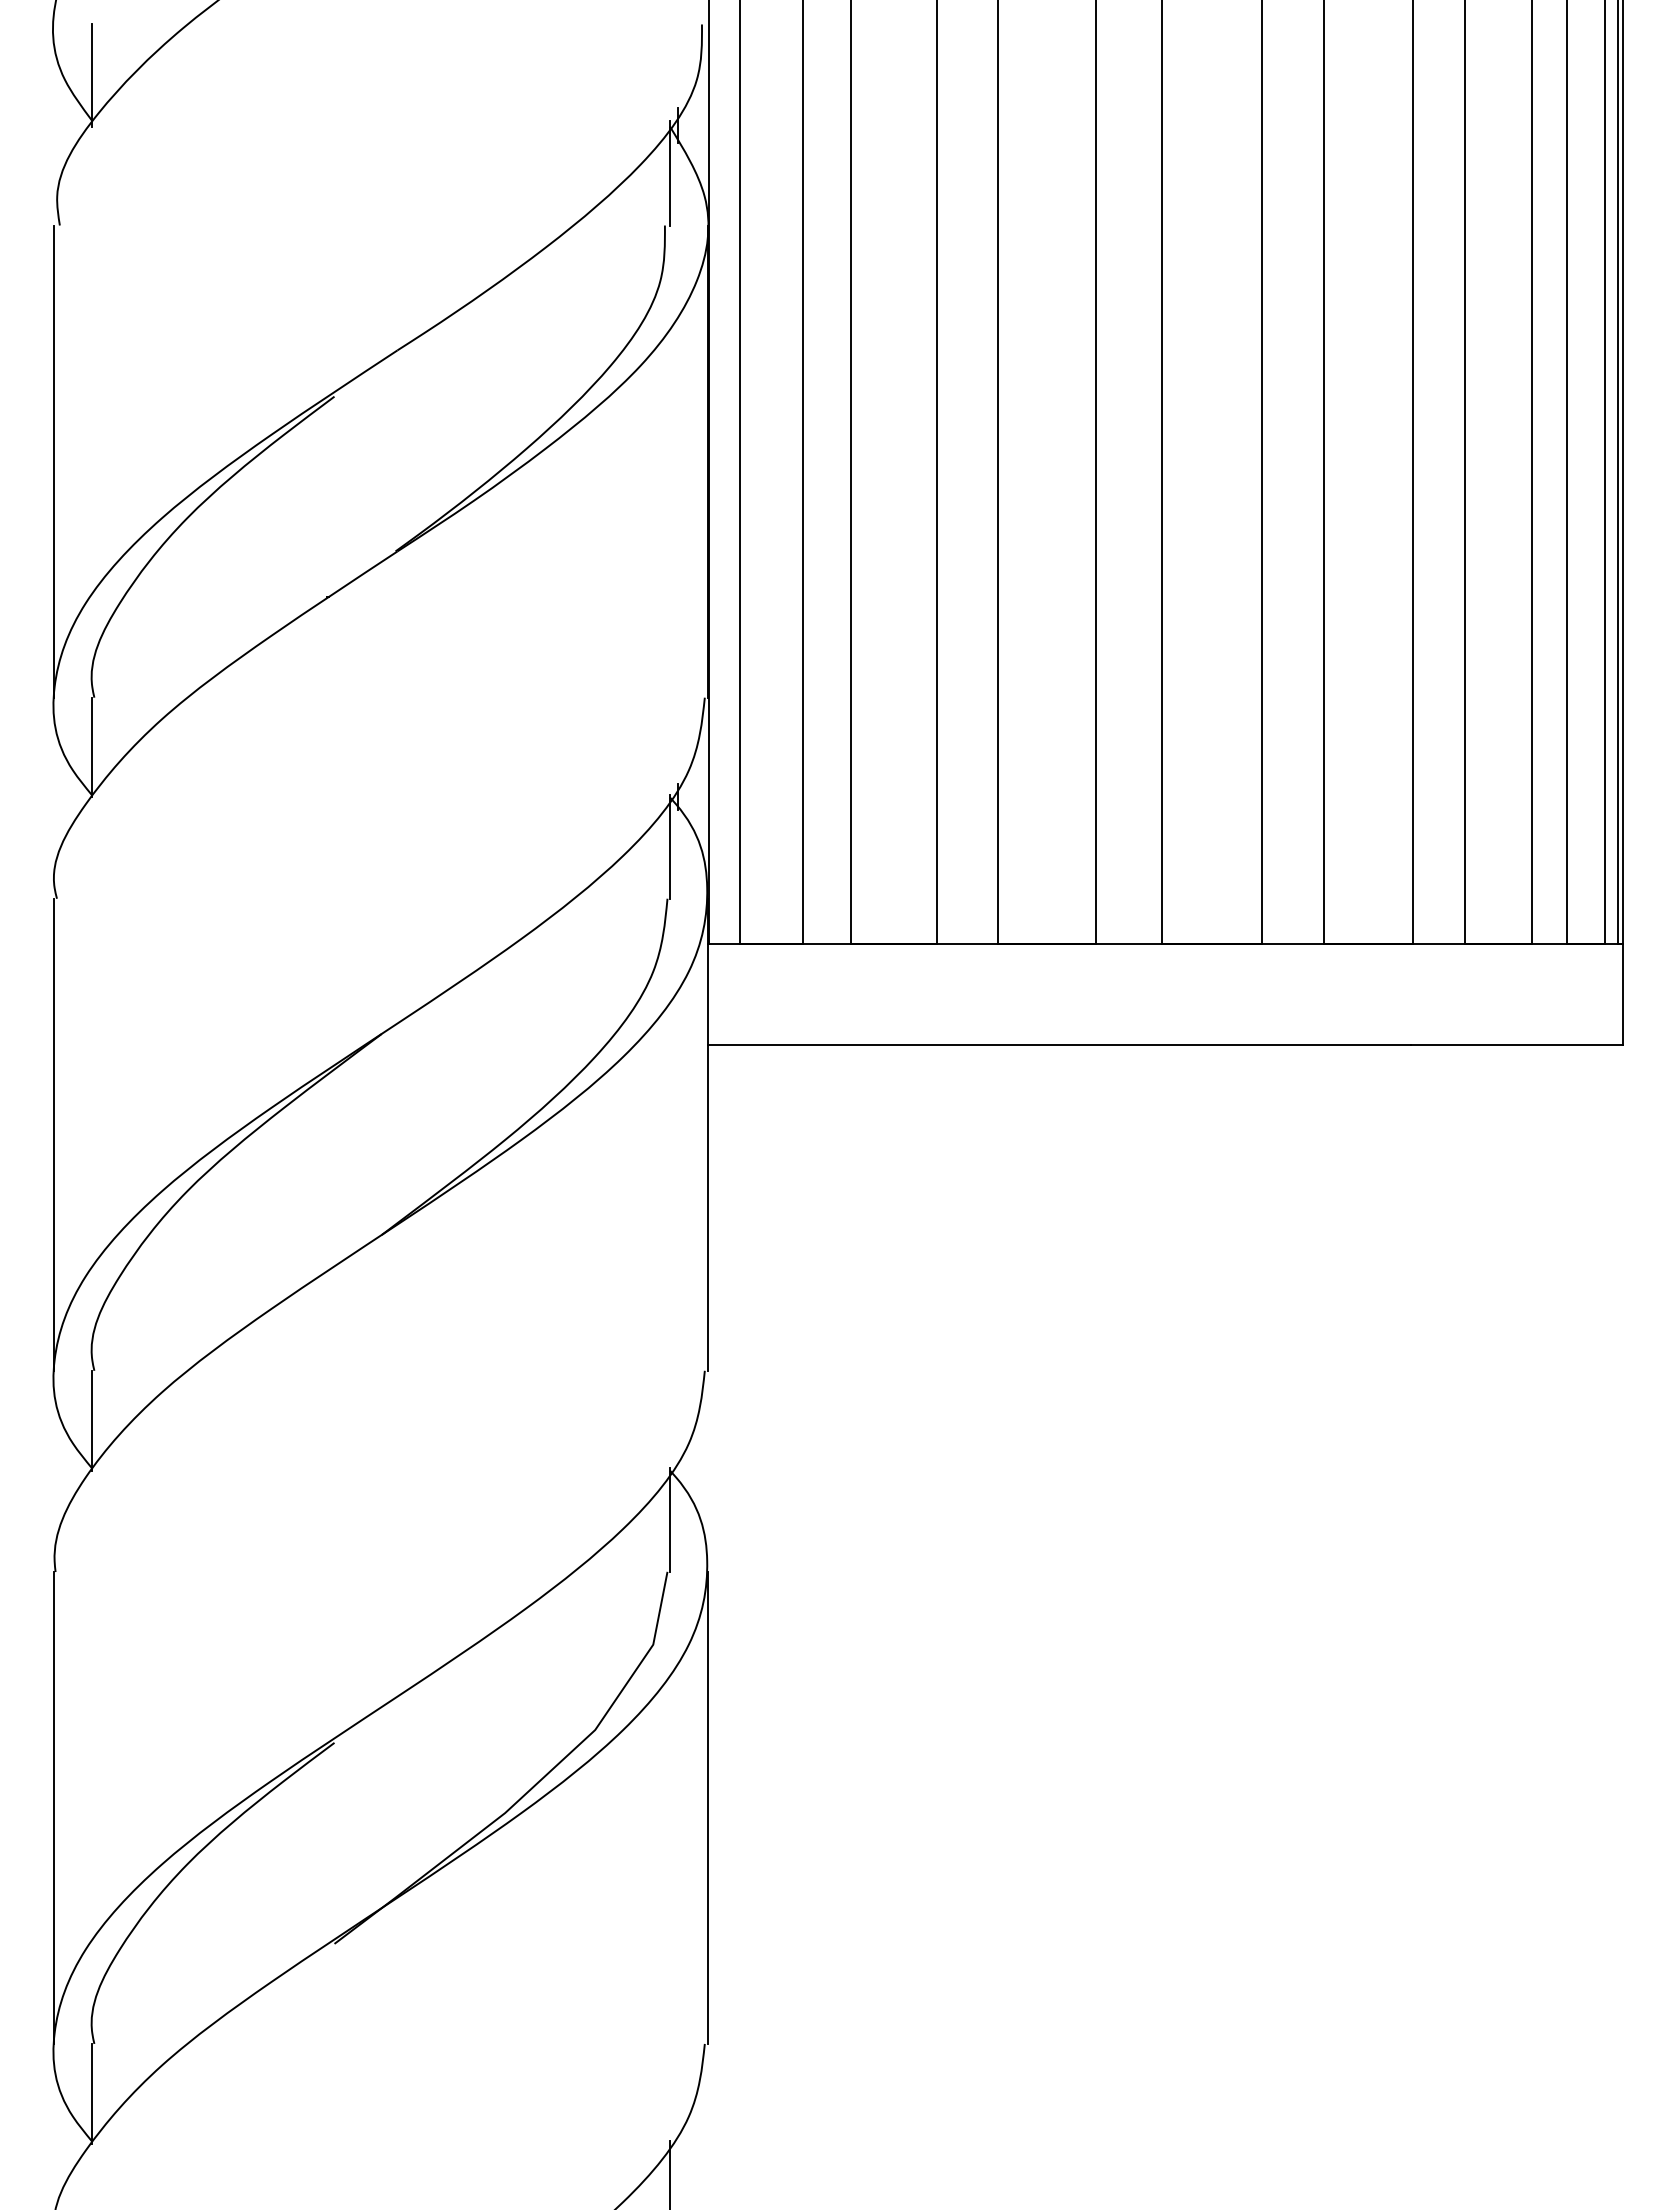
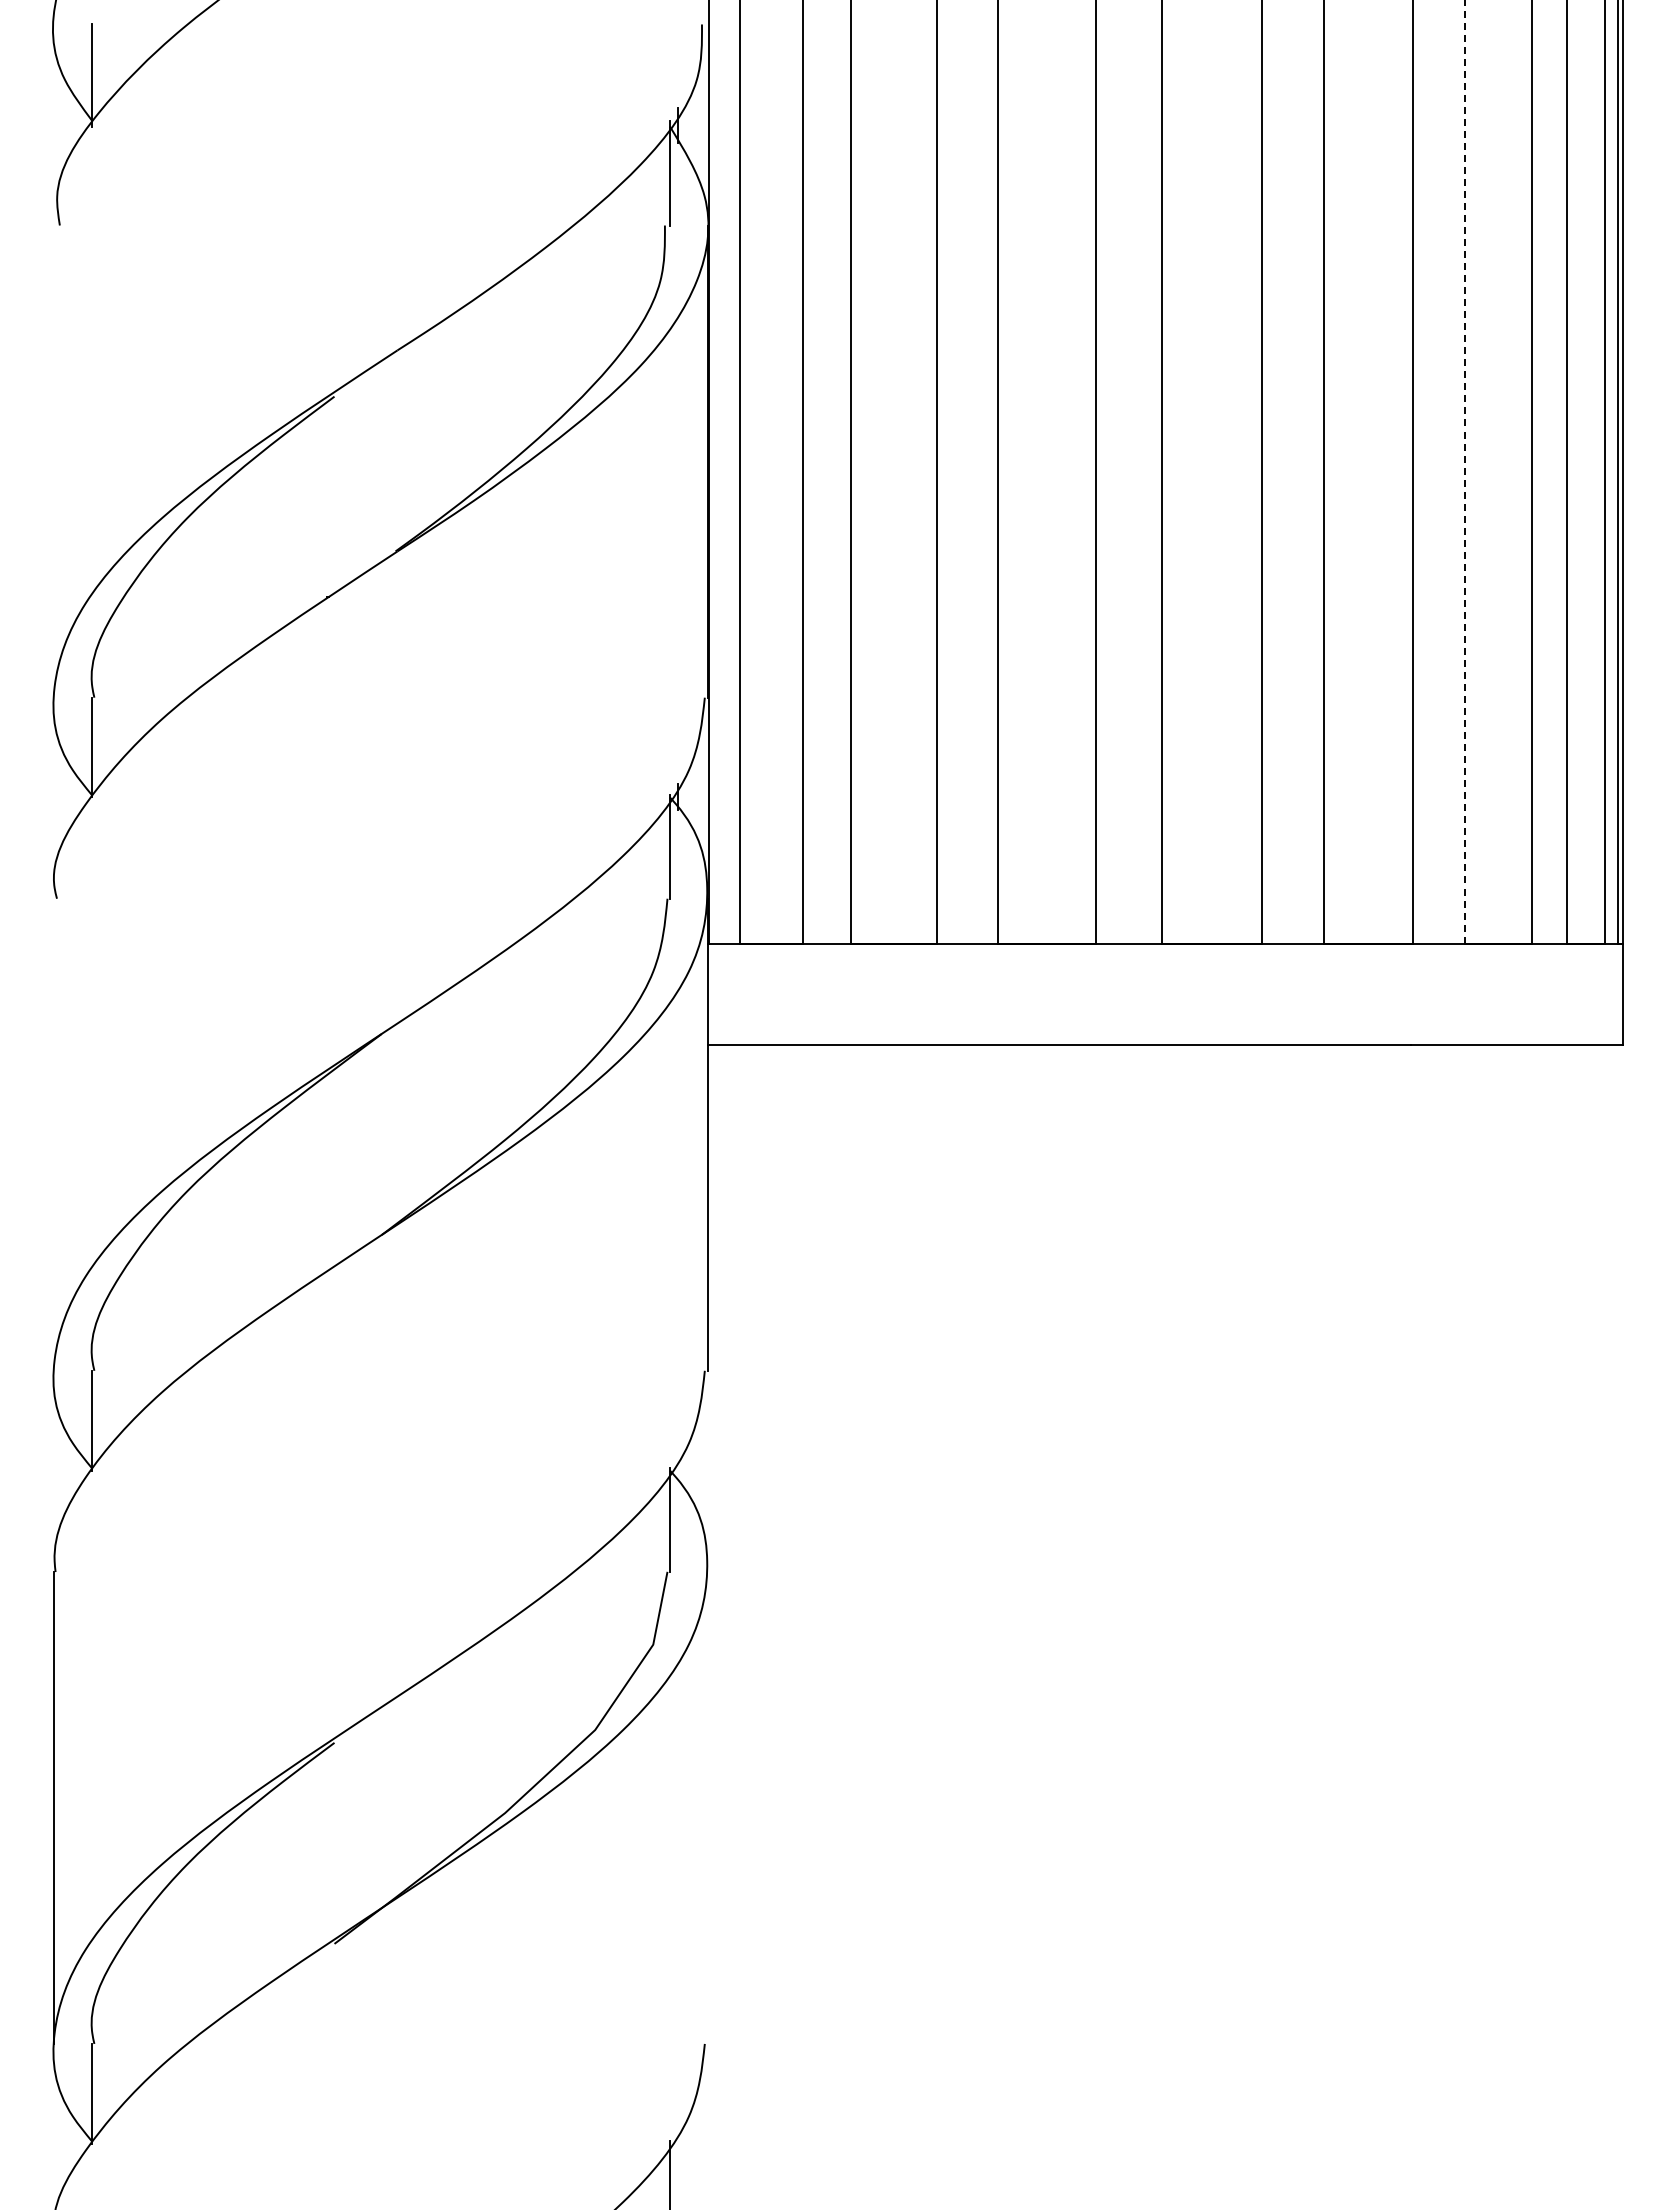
line at (54, 461): present -> none
line at (1464, 472): solid -> dashed
line at (54, 1134): present -> none
line at (707, 1807): present -> none
